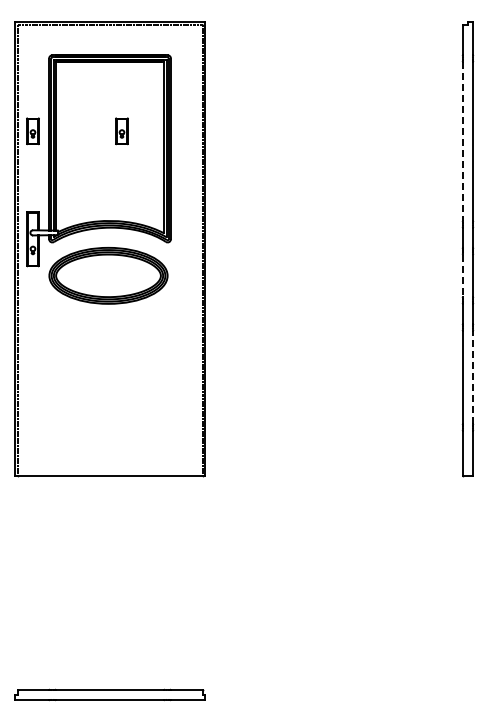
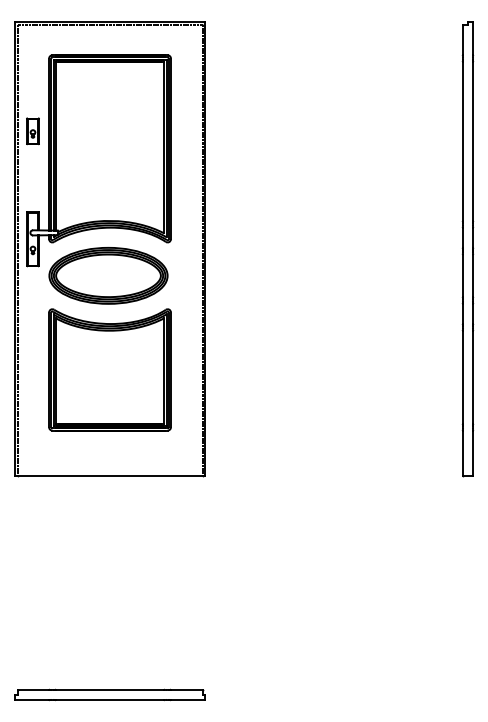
part at (121, 131): present -> none
line at (462, 141): dashed -> solid
line at (462, 276): dashed -> solid
part at (109, 369): none -> present
line at (473, 376): dashed -> solid
